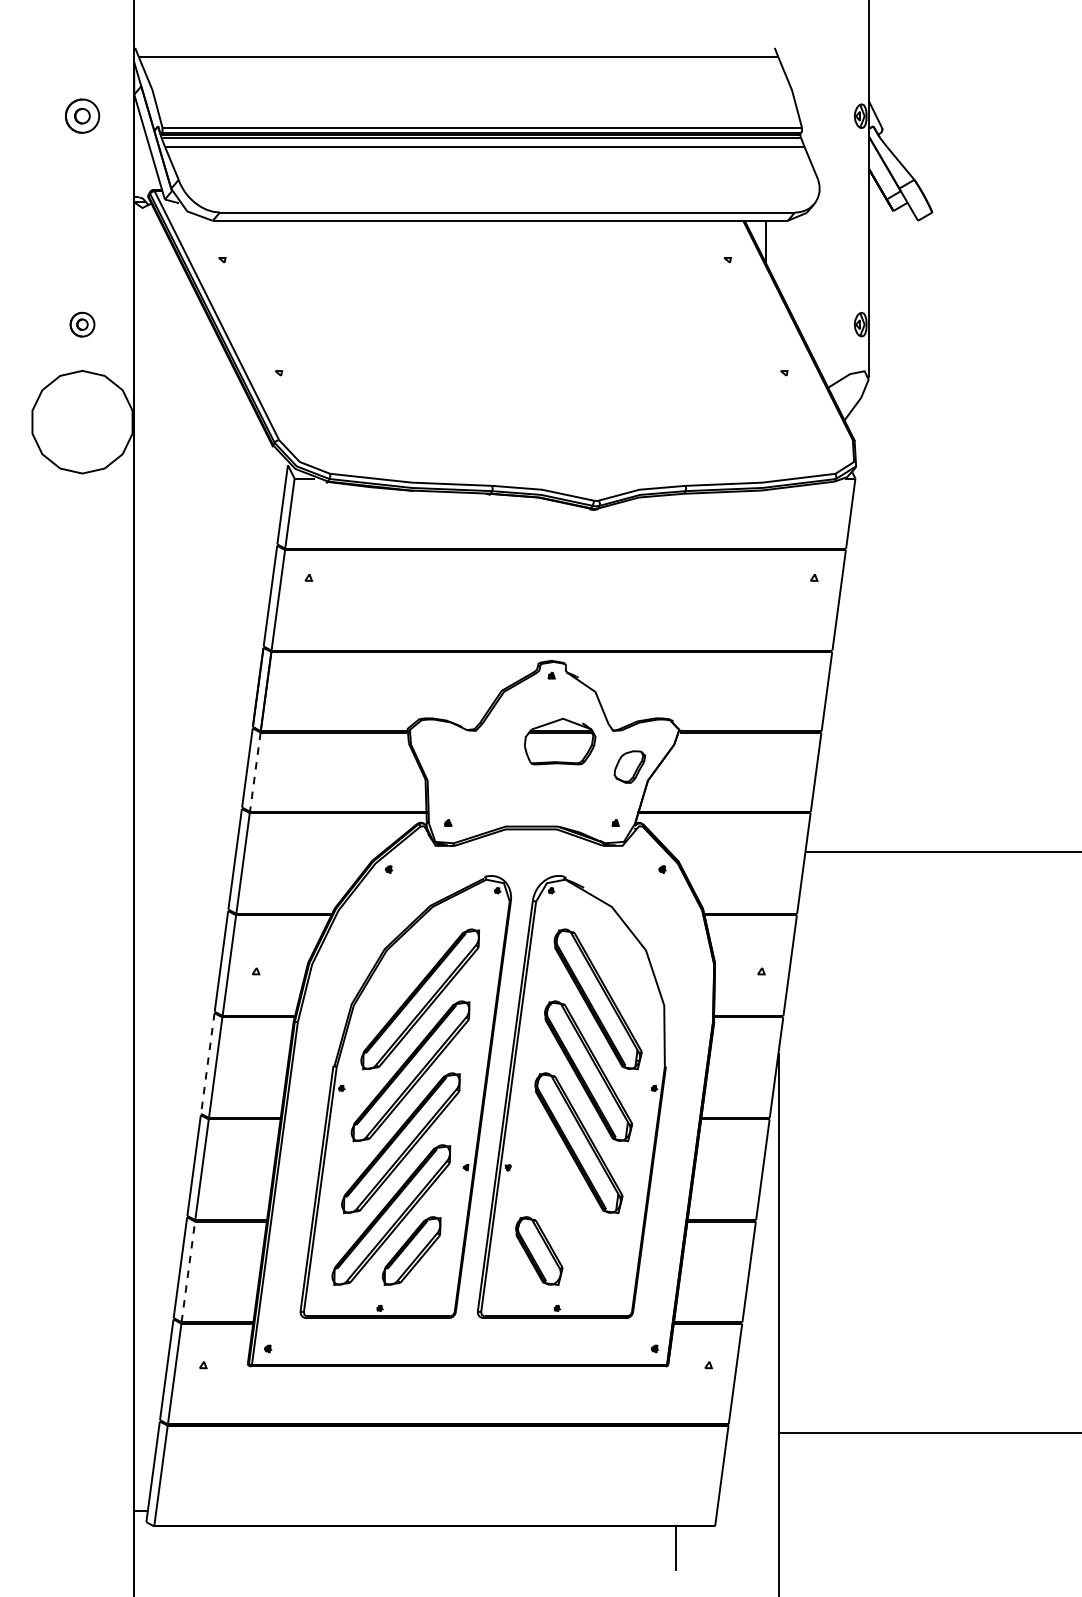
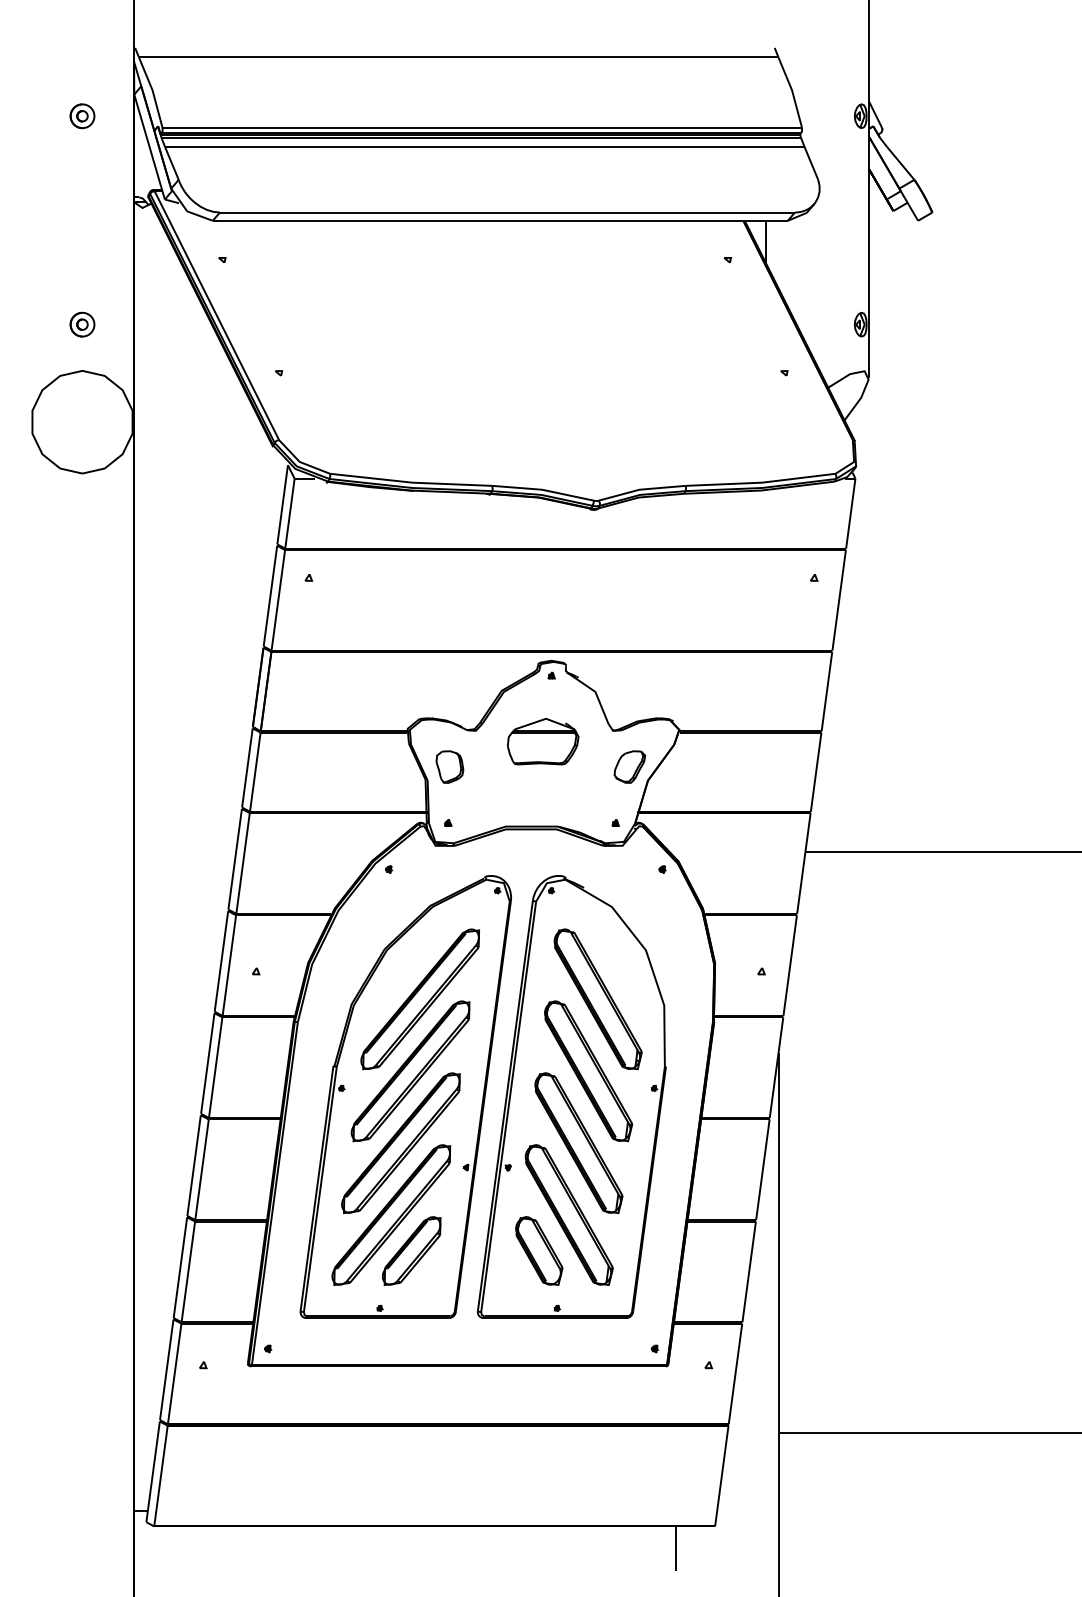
part at (82, 115) size: 36x36 px -> 27x27 px
part at (560, 741) position: (560, 741) -> (543, 741)
part at (449, 766): none -> present
line at (255, 772): dashed -> solid
line at (207, 1063): dashed -> solid
part at (568, 1214): none -> present
line at (188, 1271): dashed -> solid
